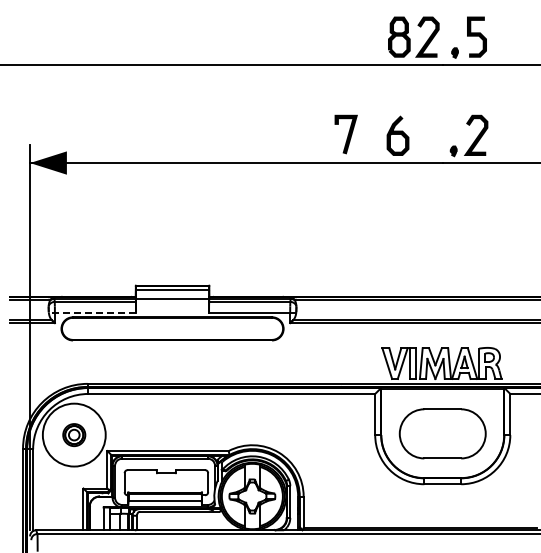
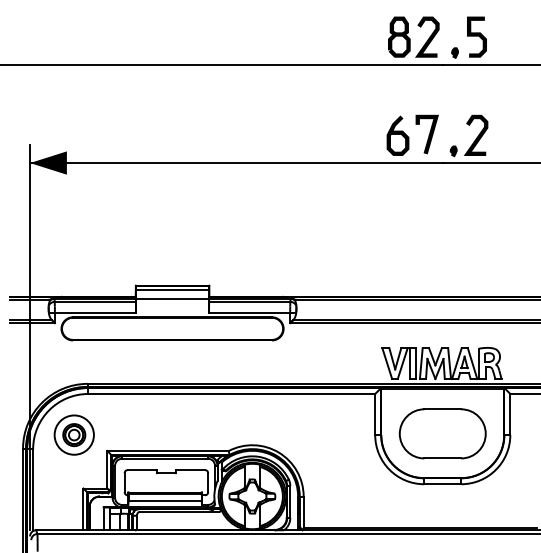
line at (347, 135) position: (347, 135) -> (428, 135)
line at (92, 312): dashed -> solid
circle at (73, 434) diameter: 63 px -> 39 px
